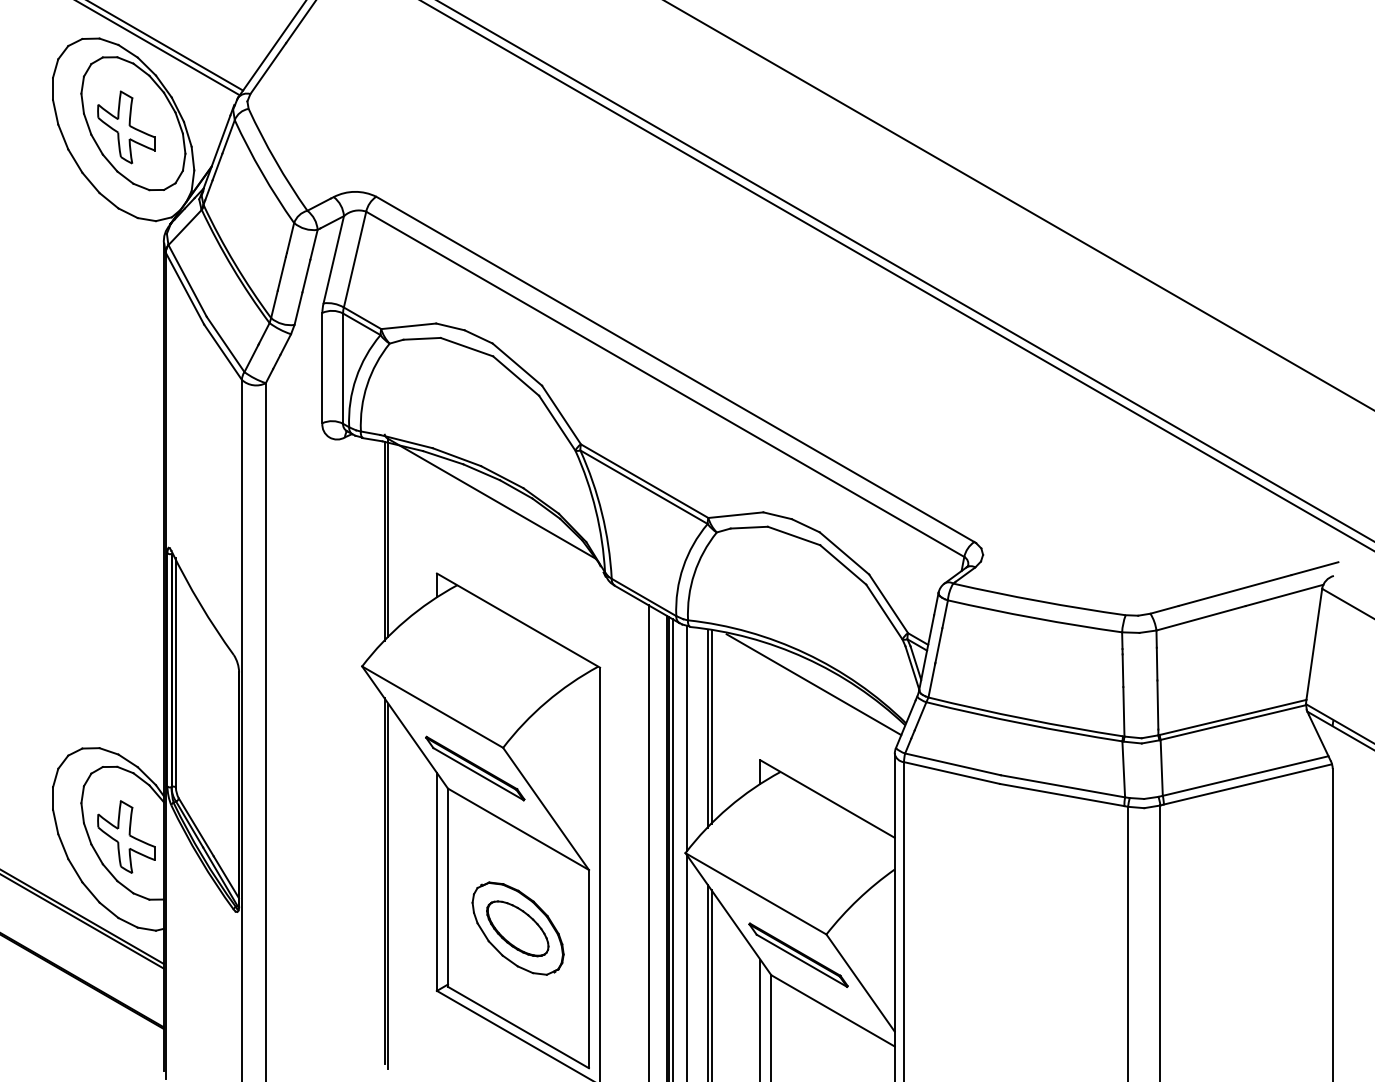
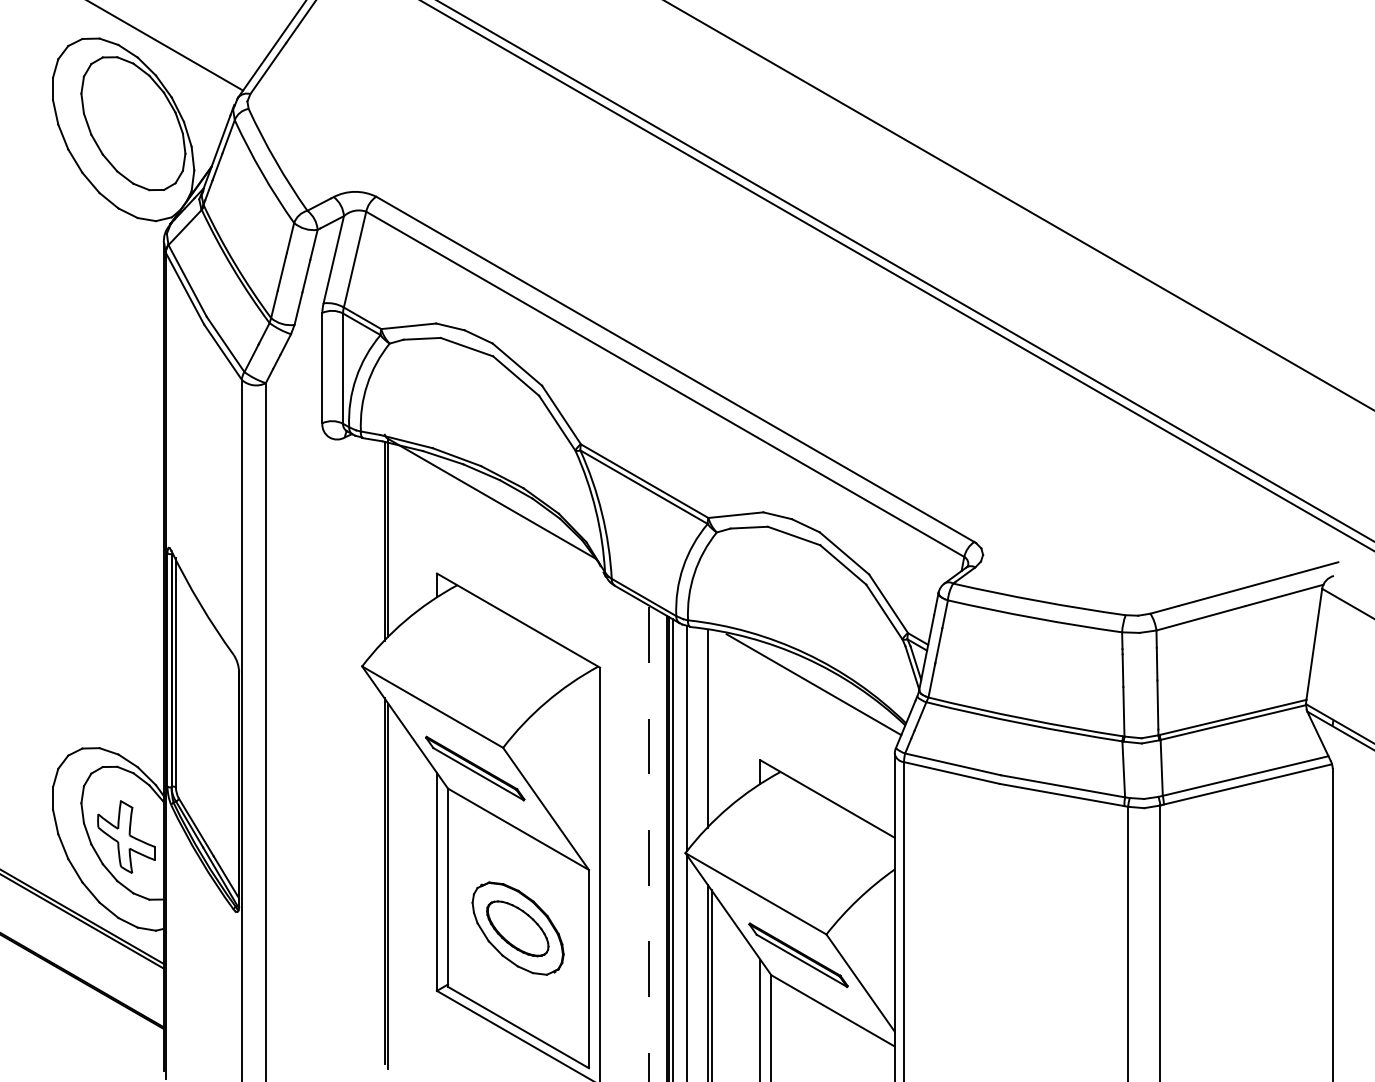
line at (158, 48): present -> none
part at (126, 127): present -> none
line at (711, 726): present -> none
line at (648, 843): solid -> dashed
